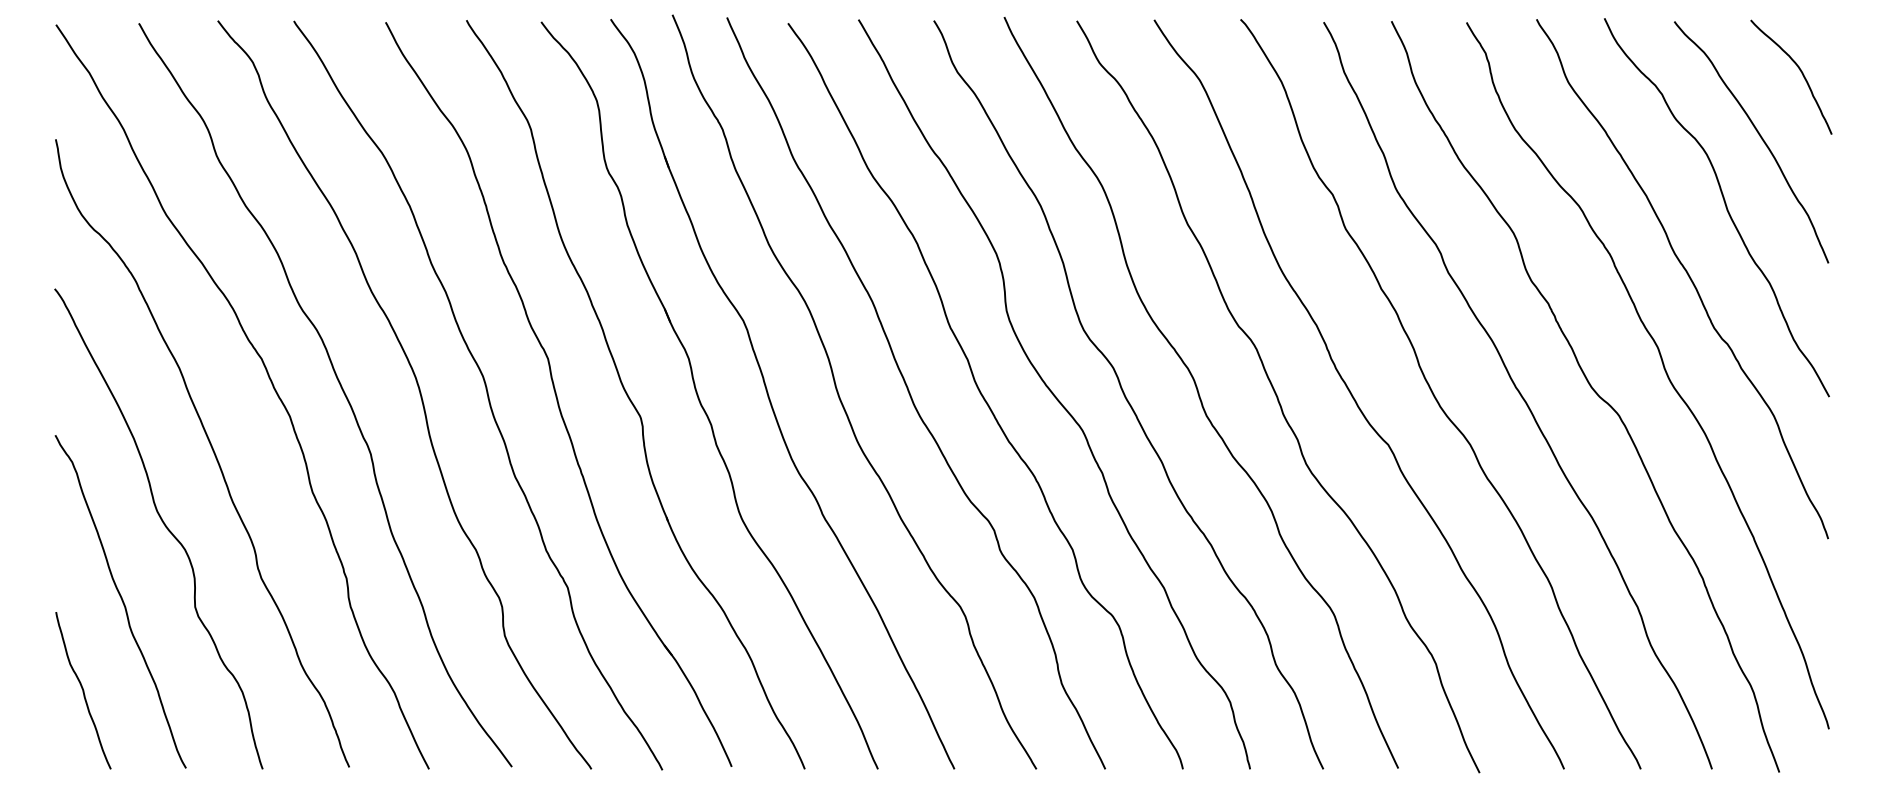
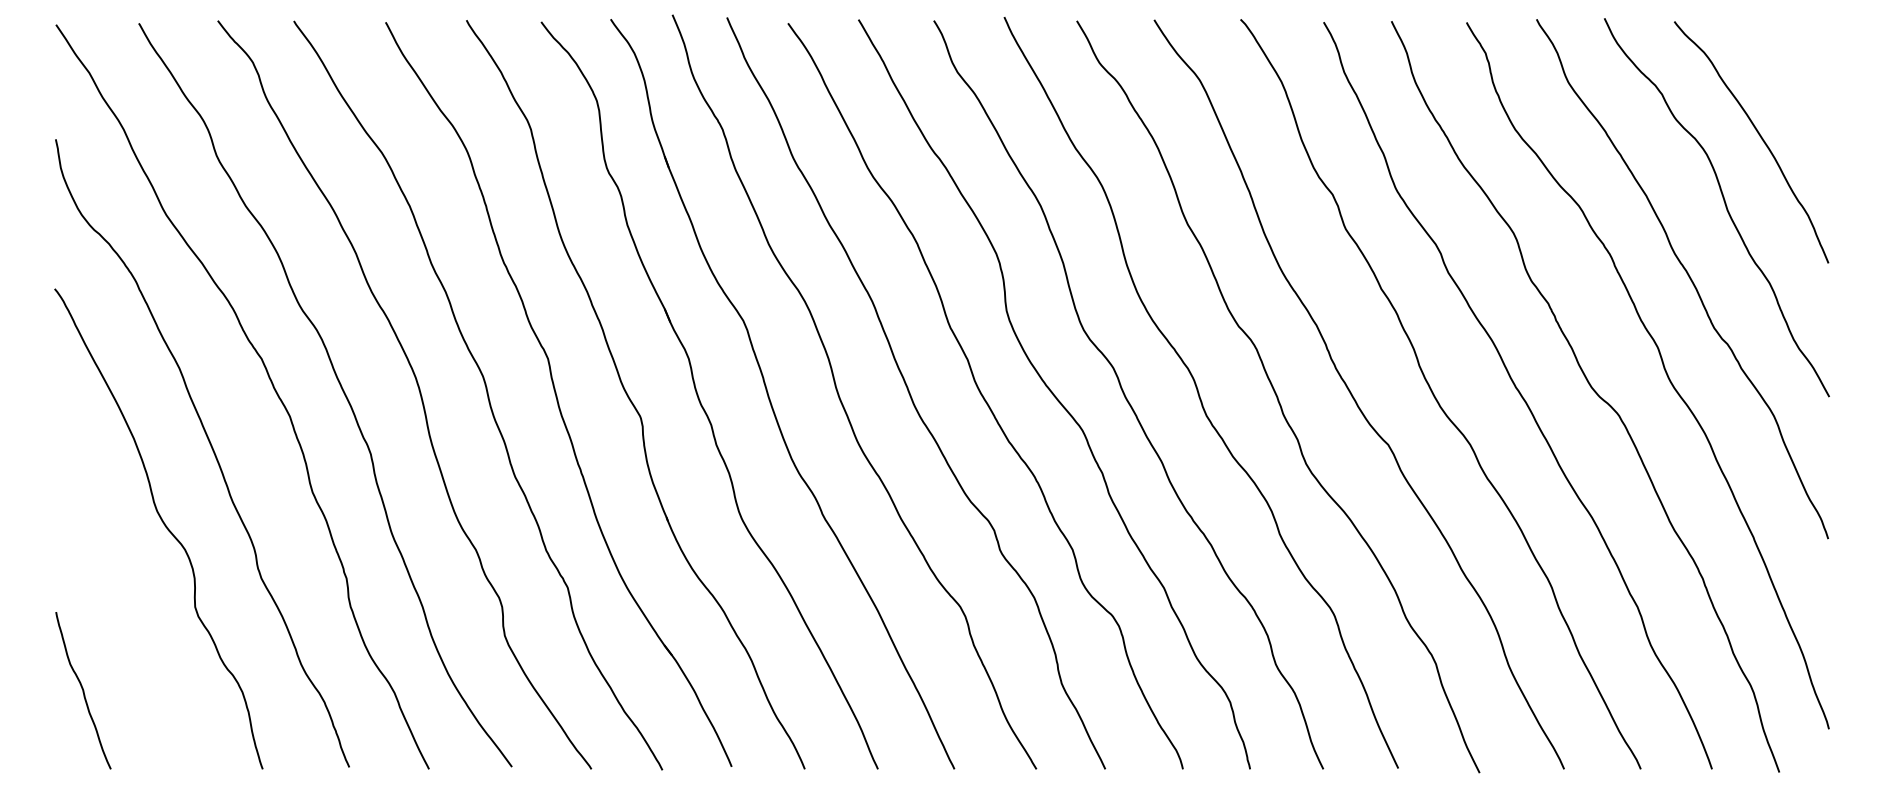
curve at (1799, 70): present -> none
curve at (121, 600): present -> none
